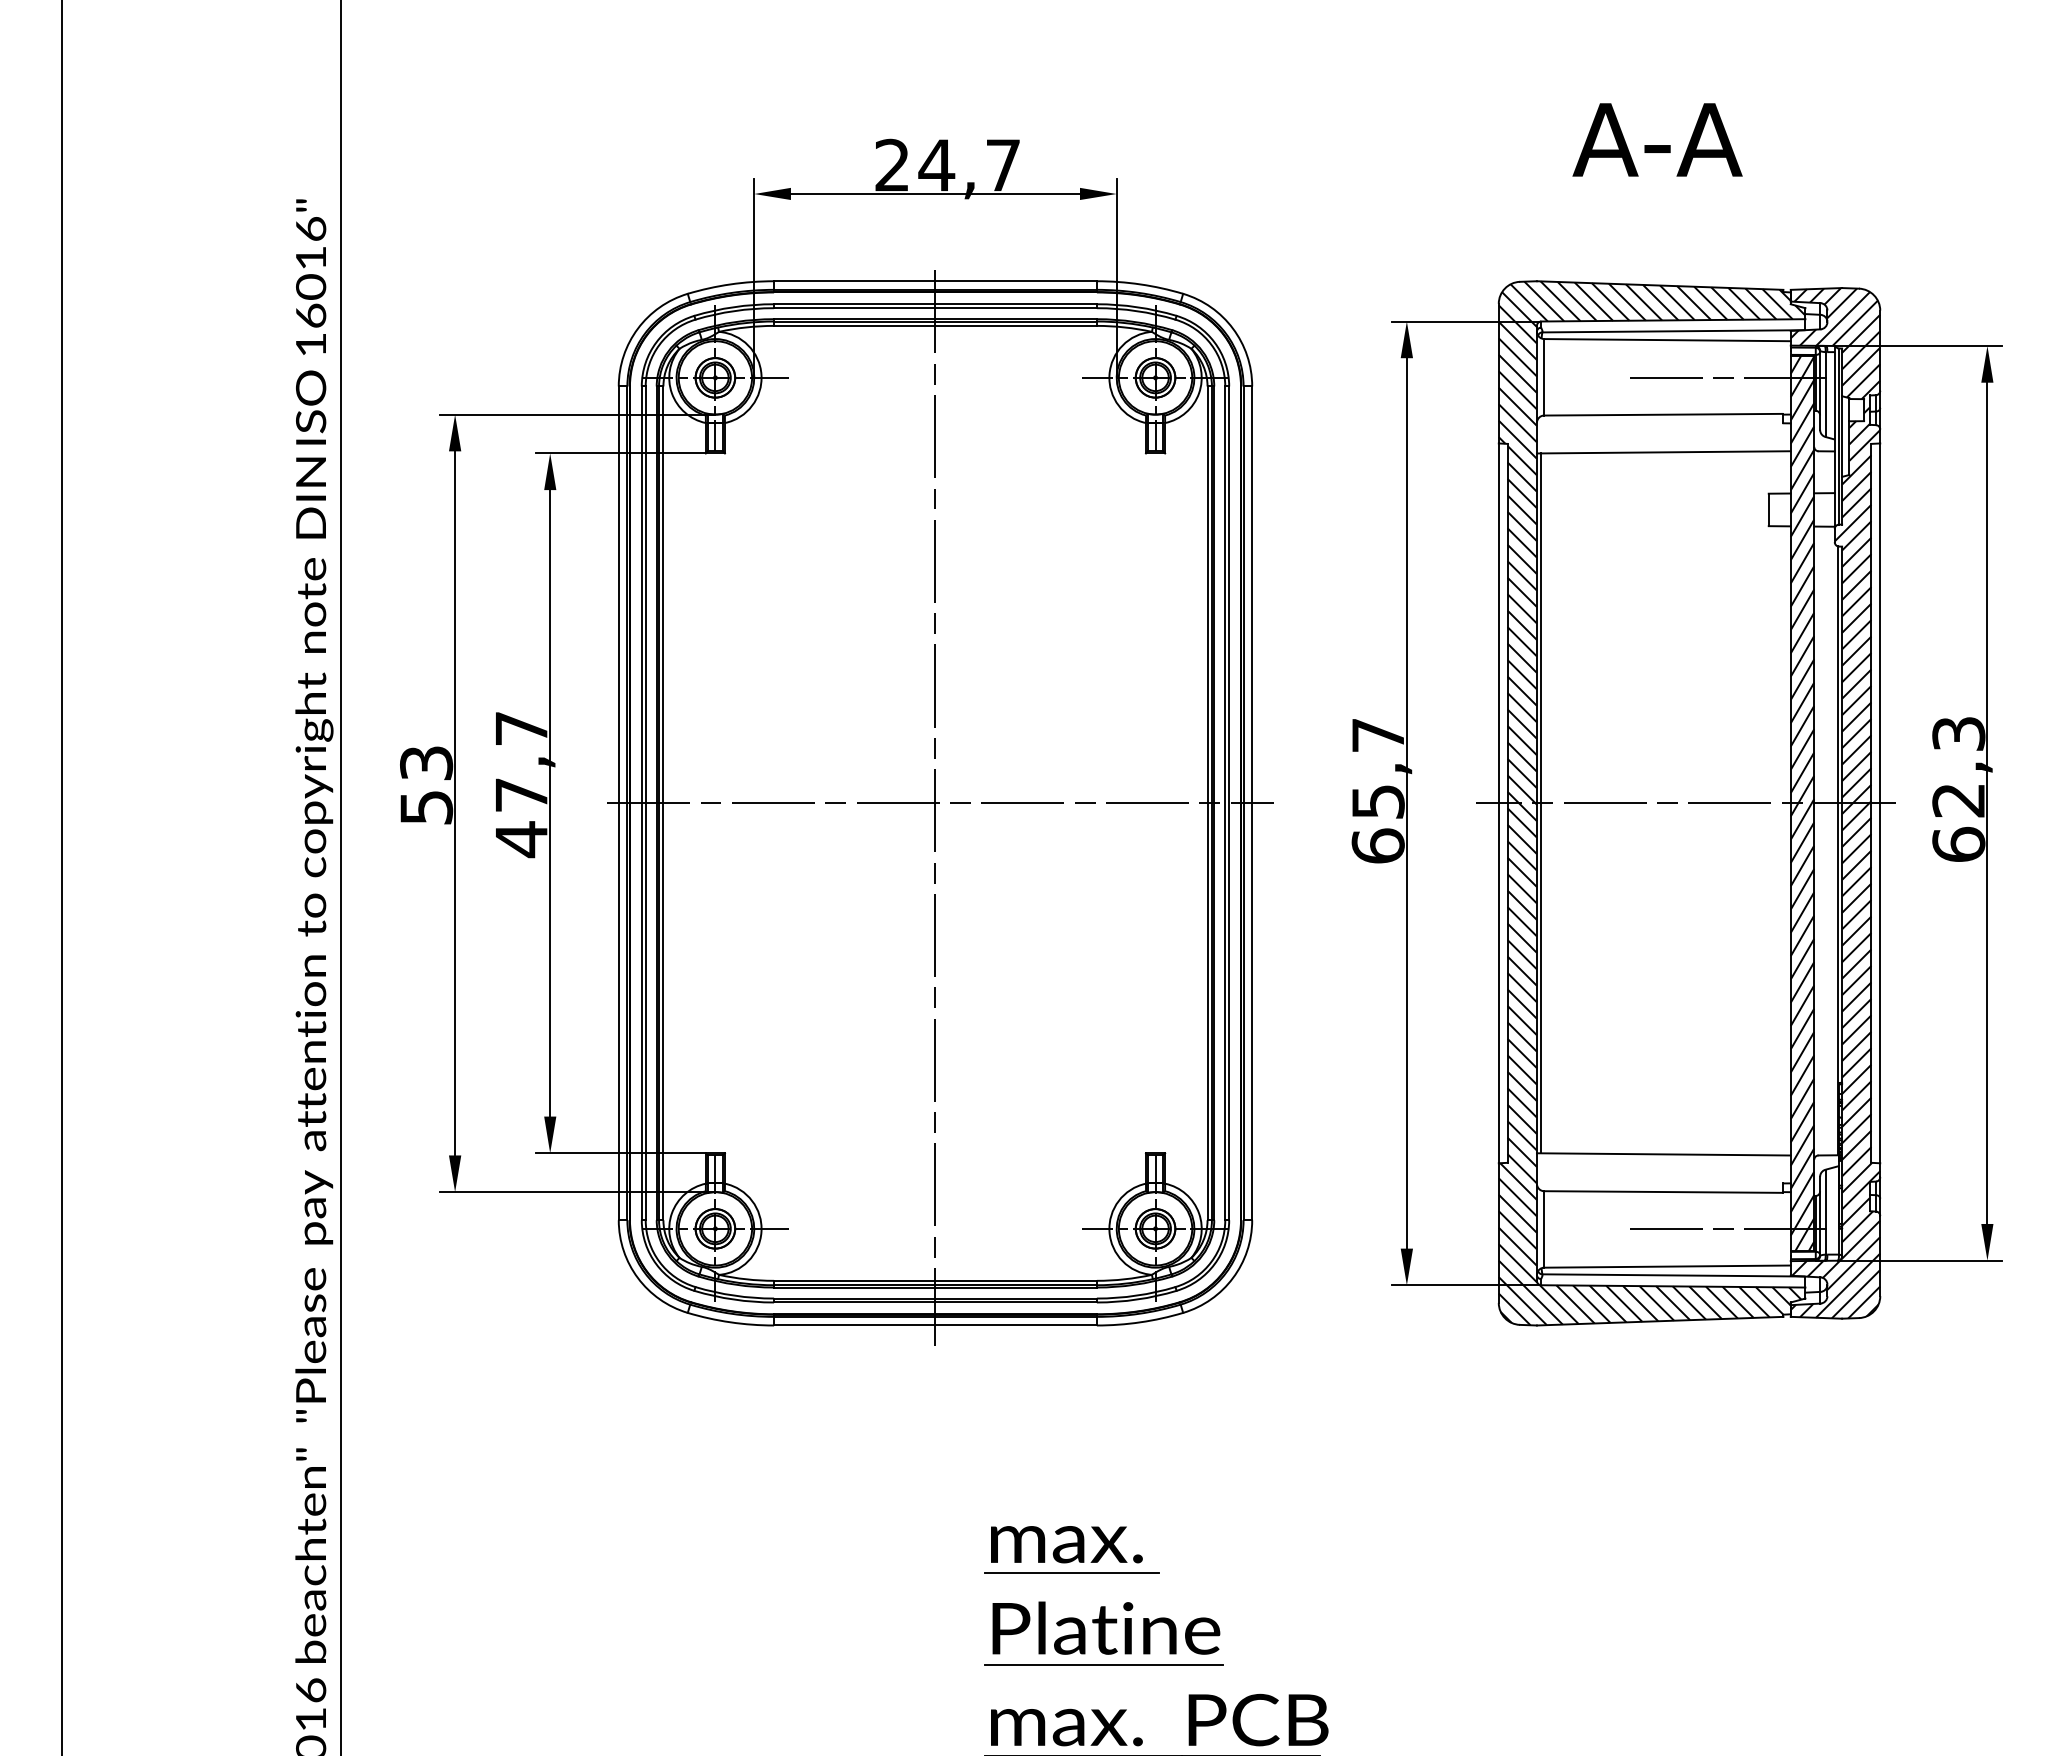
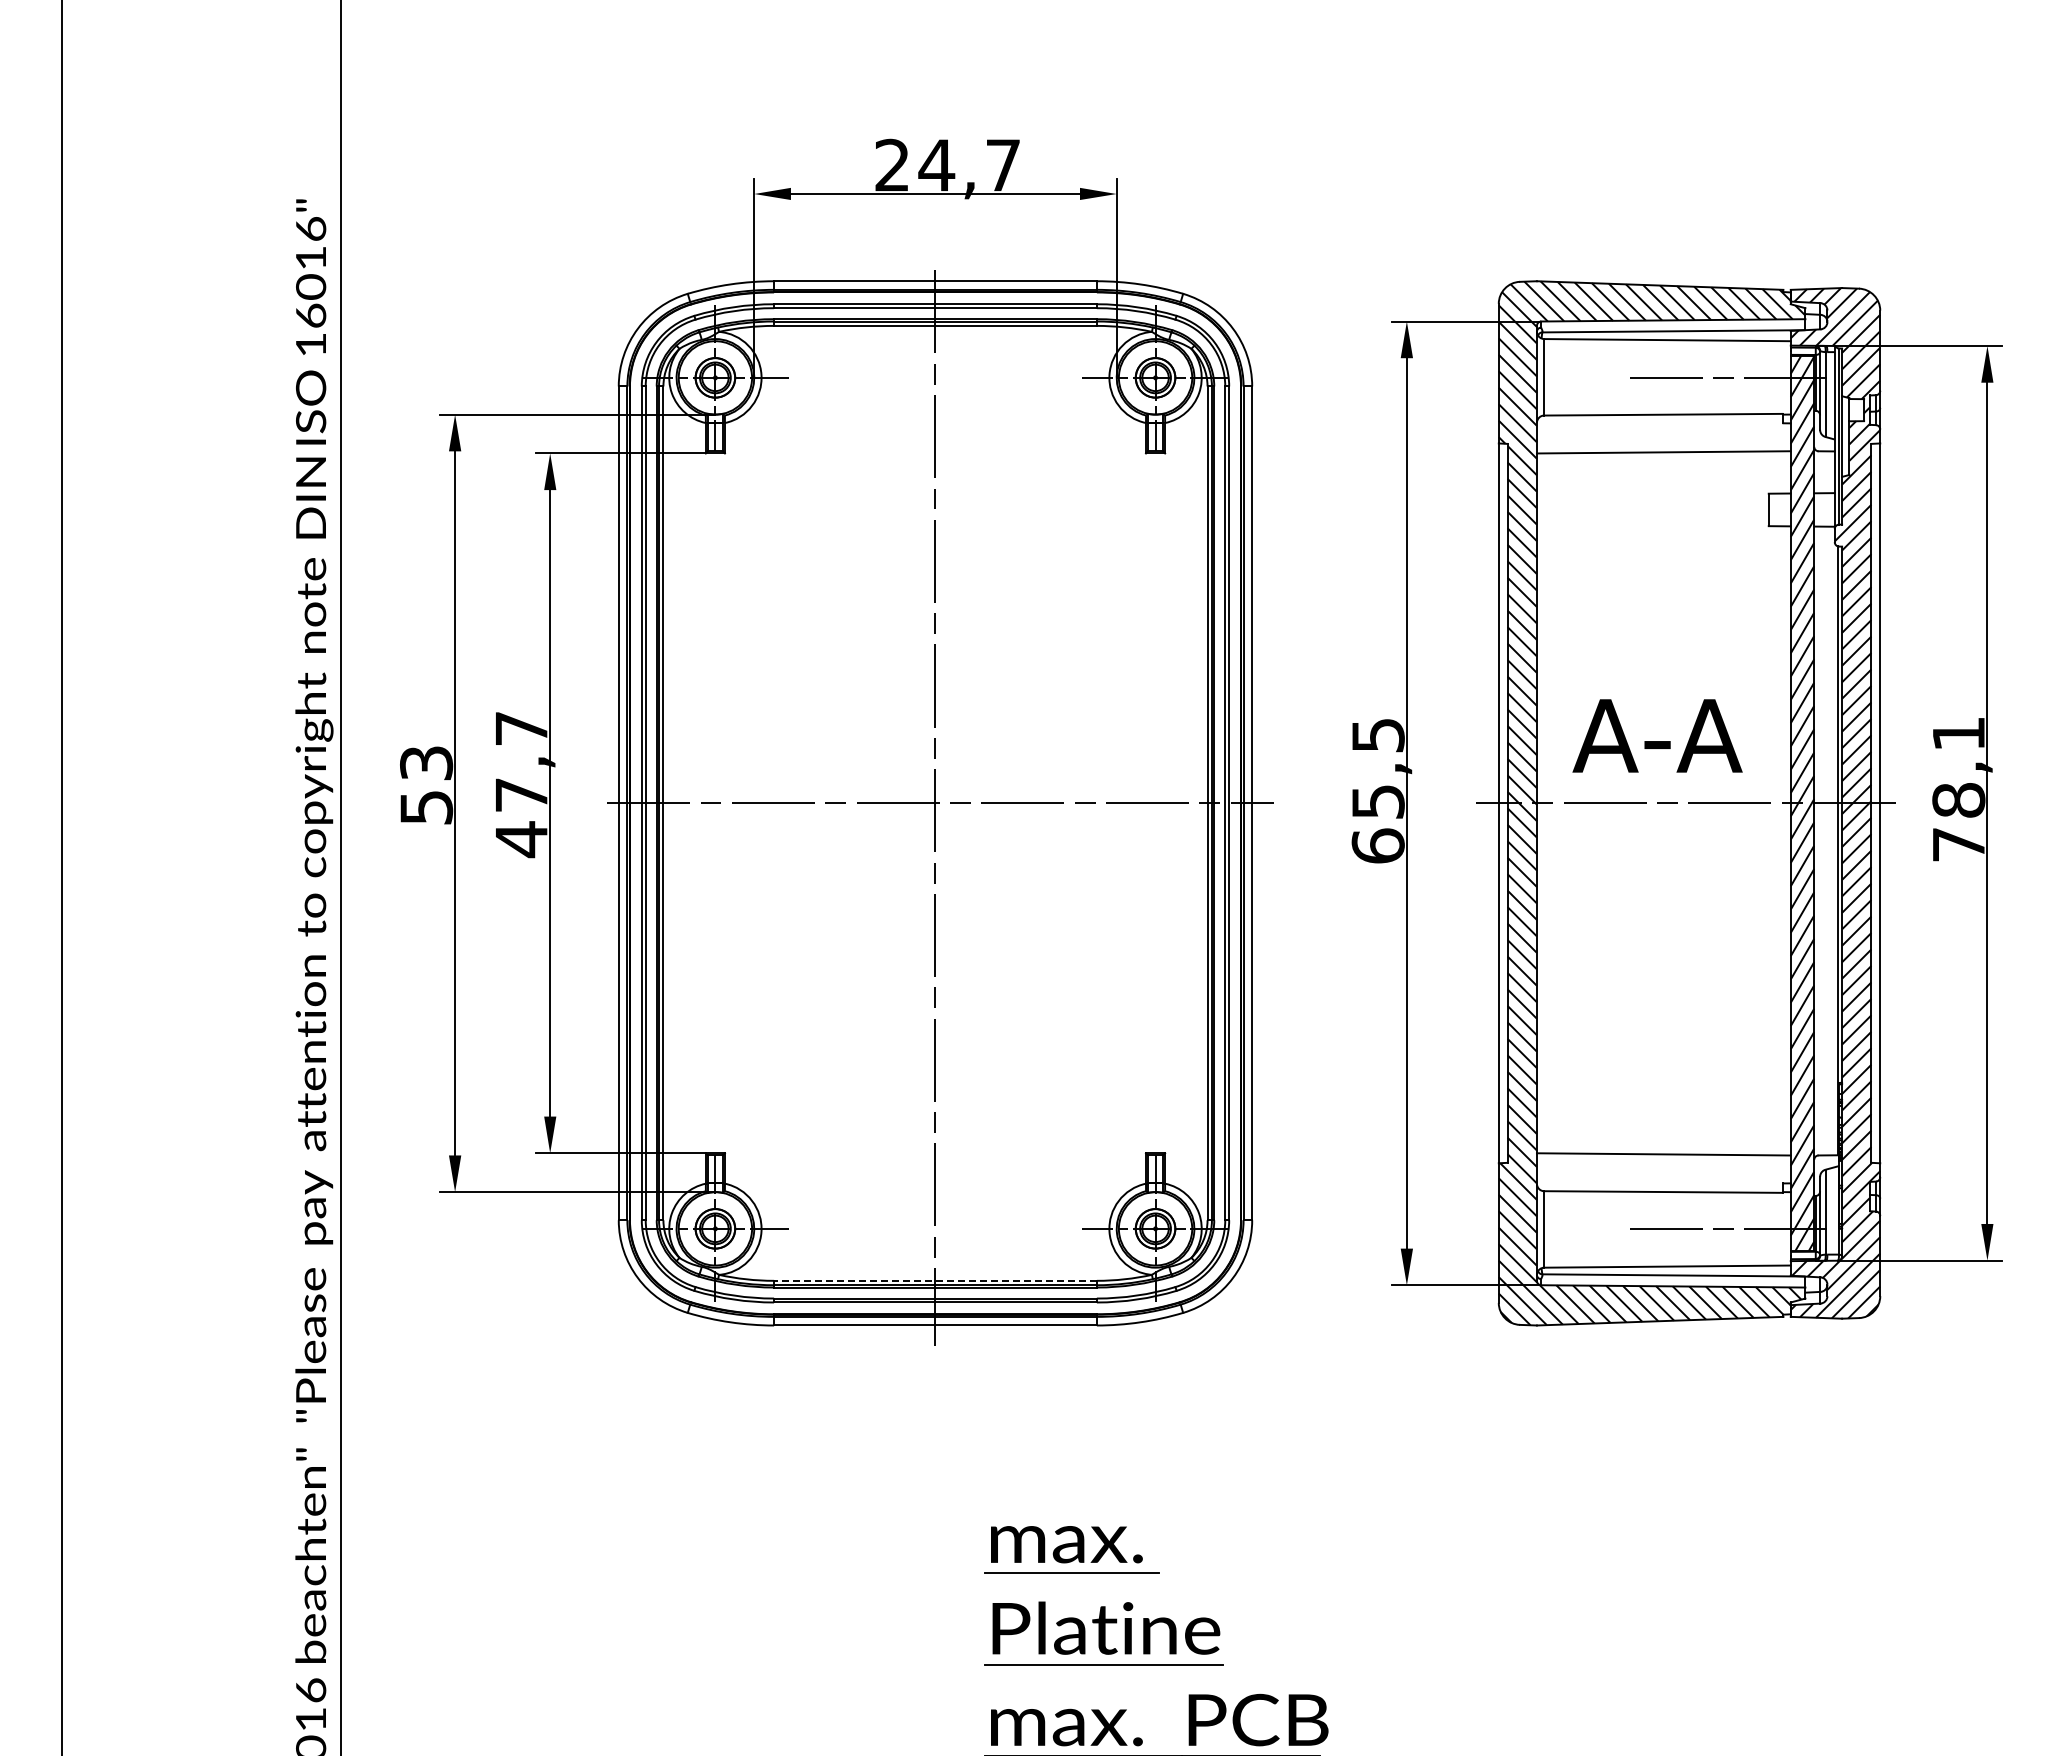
text at (1657, 139) position: (1657, 139) -> (1657, 735)
text at (1378, 735): 65,7 -> 65,5
text at (1958, 789): 62,3 -> 78,1
line at (1541, 803): present -> none
line at (934, 1280): solid -> dashed
